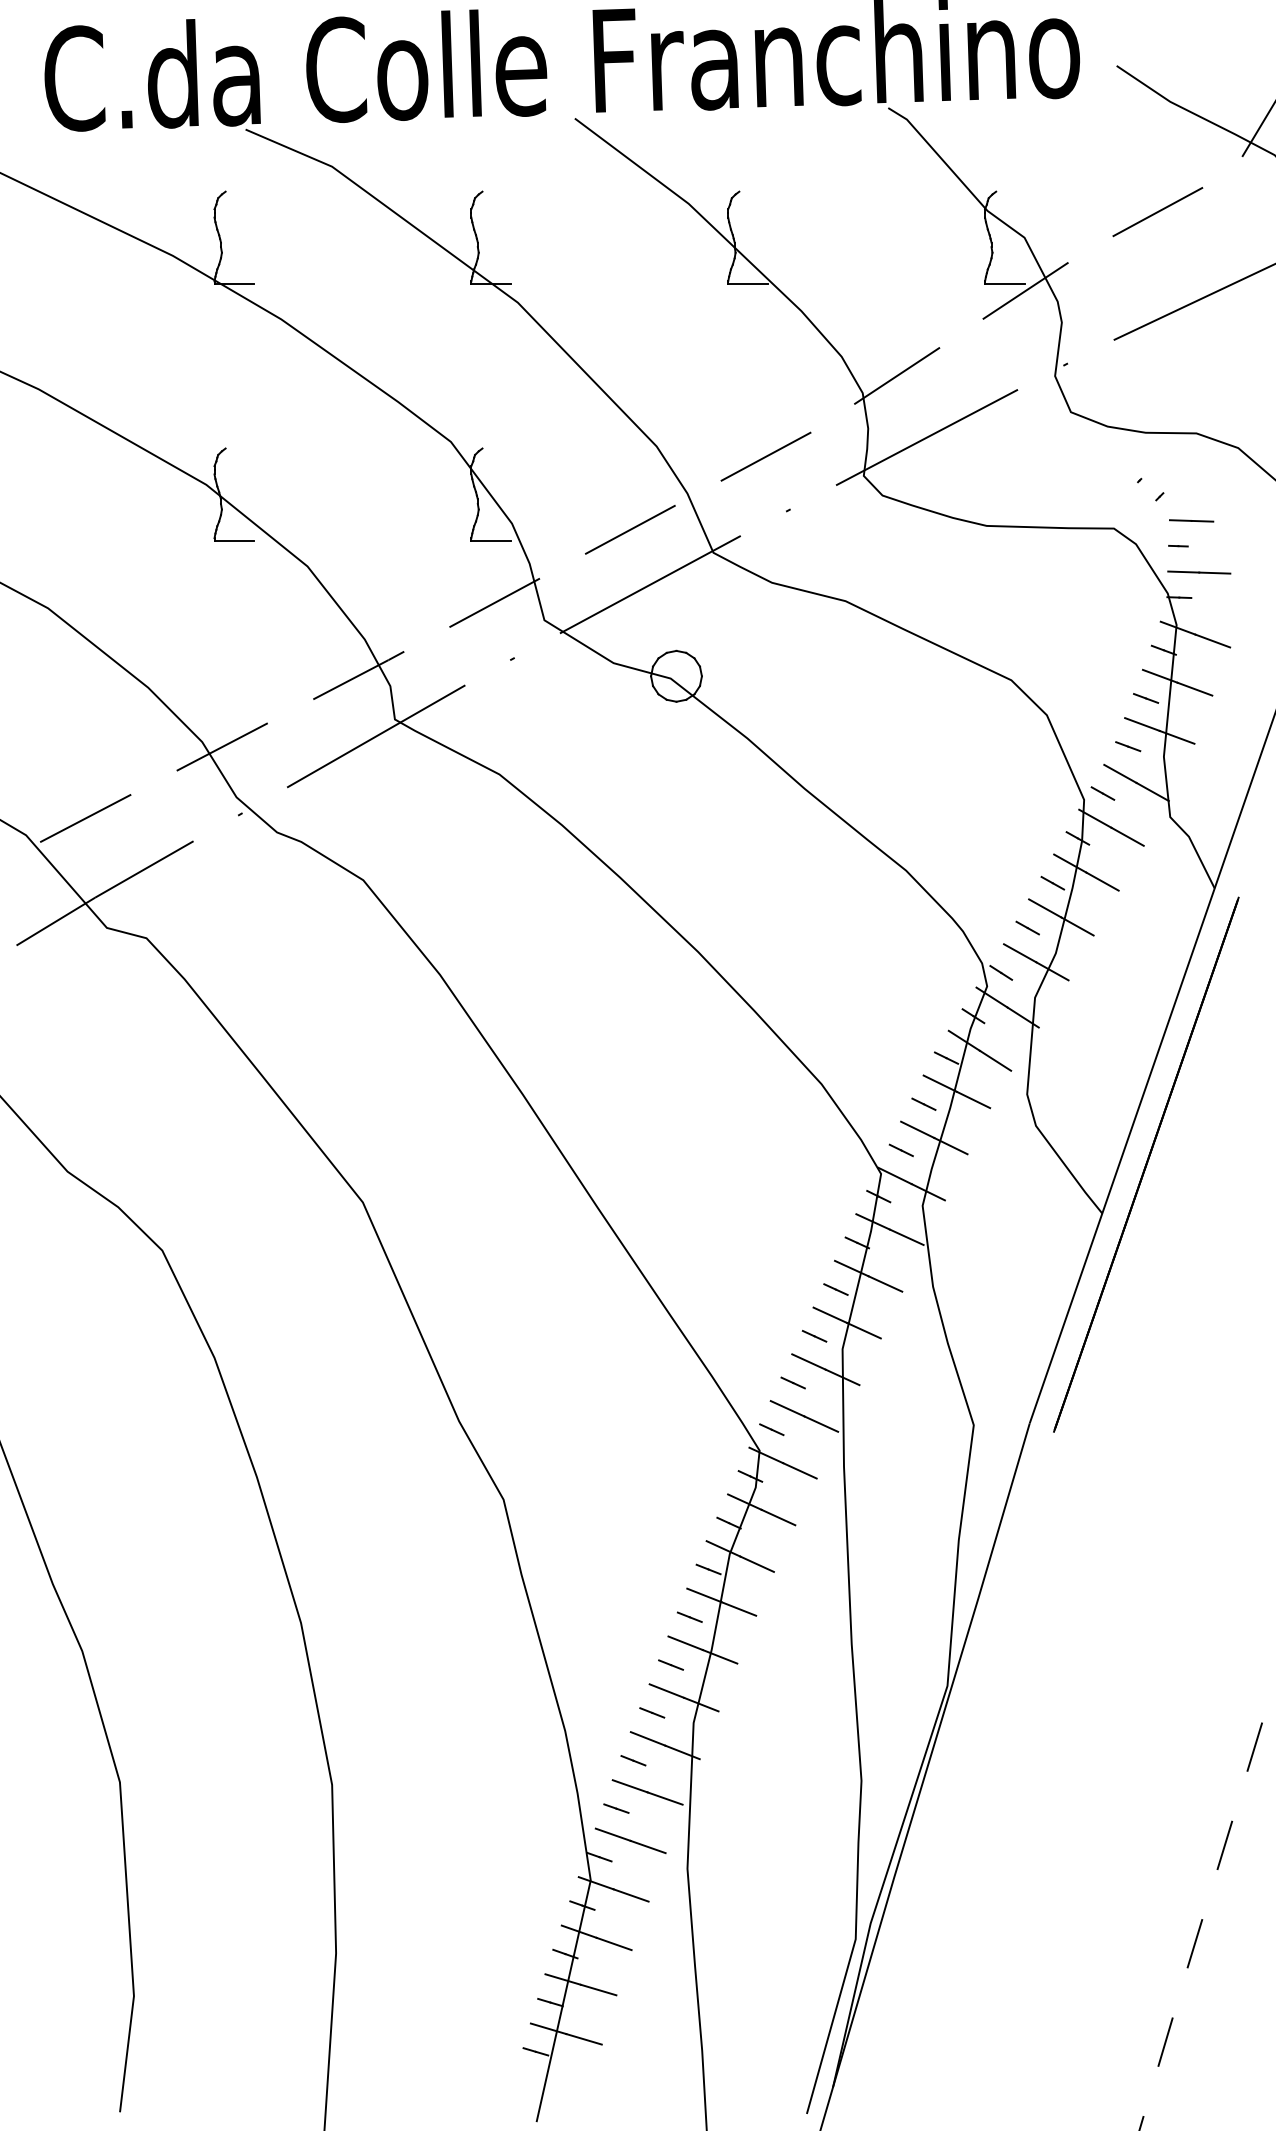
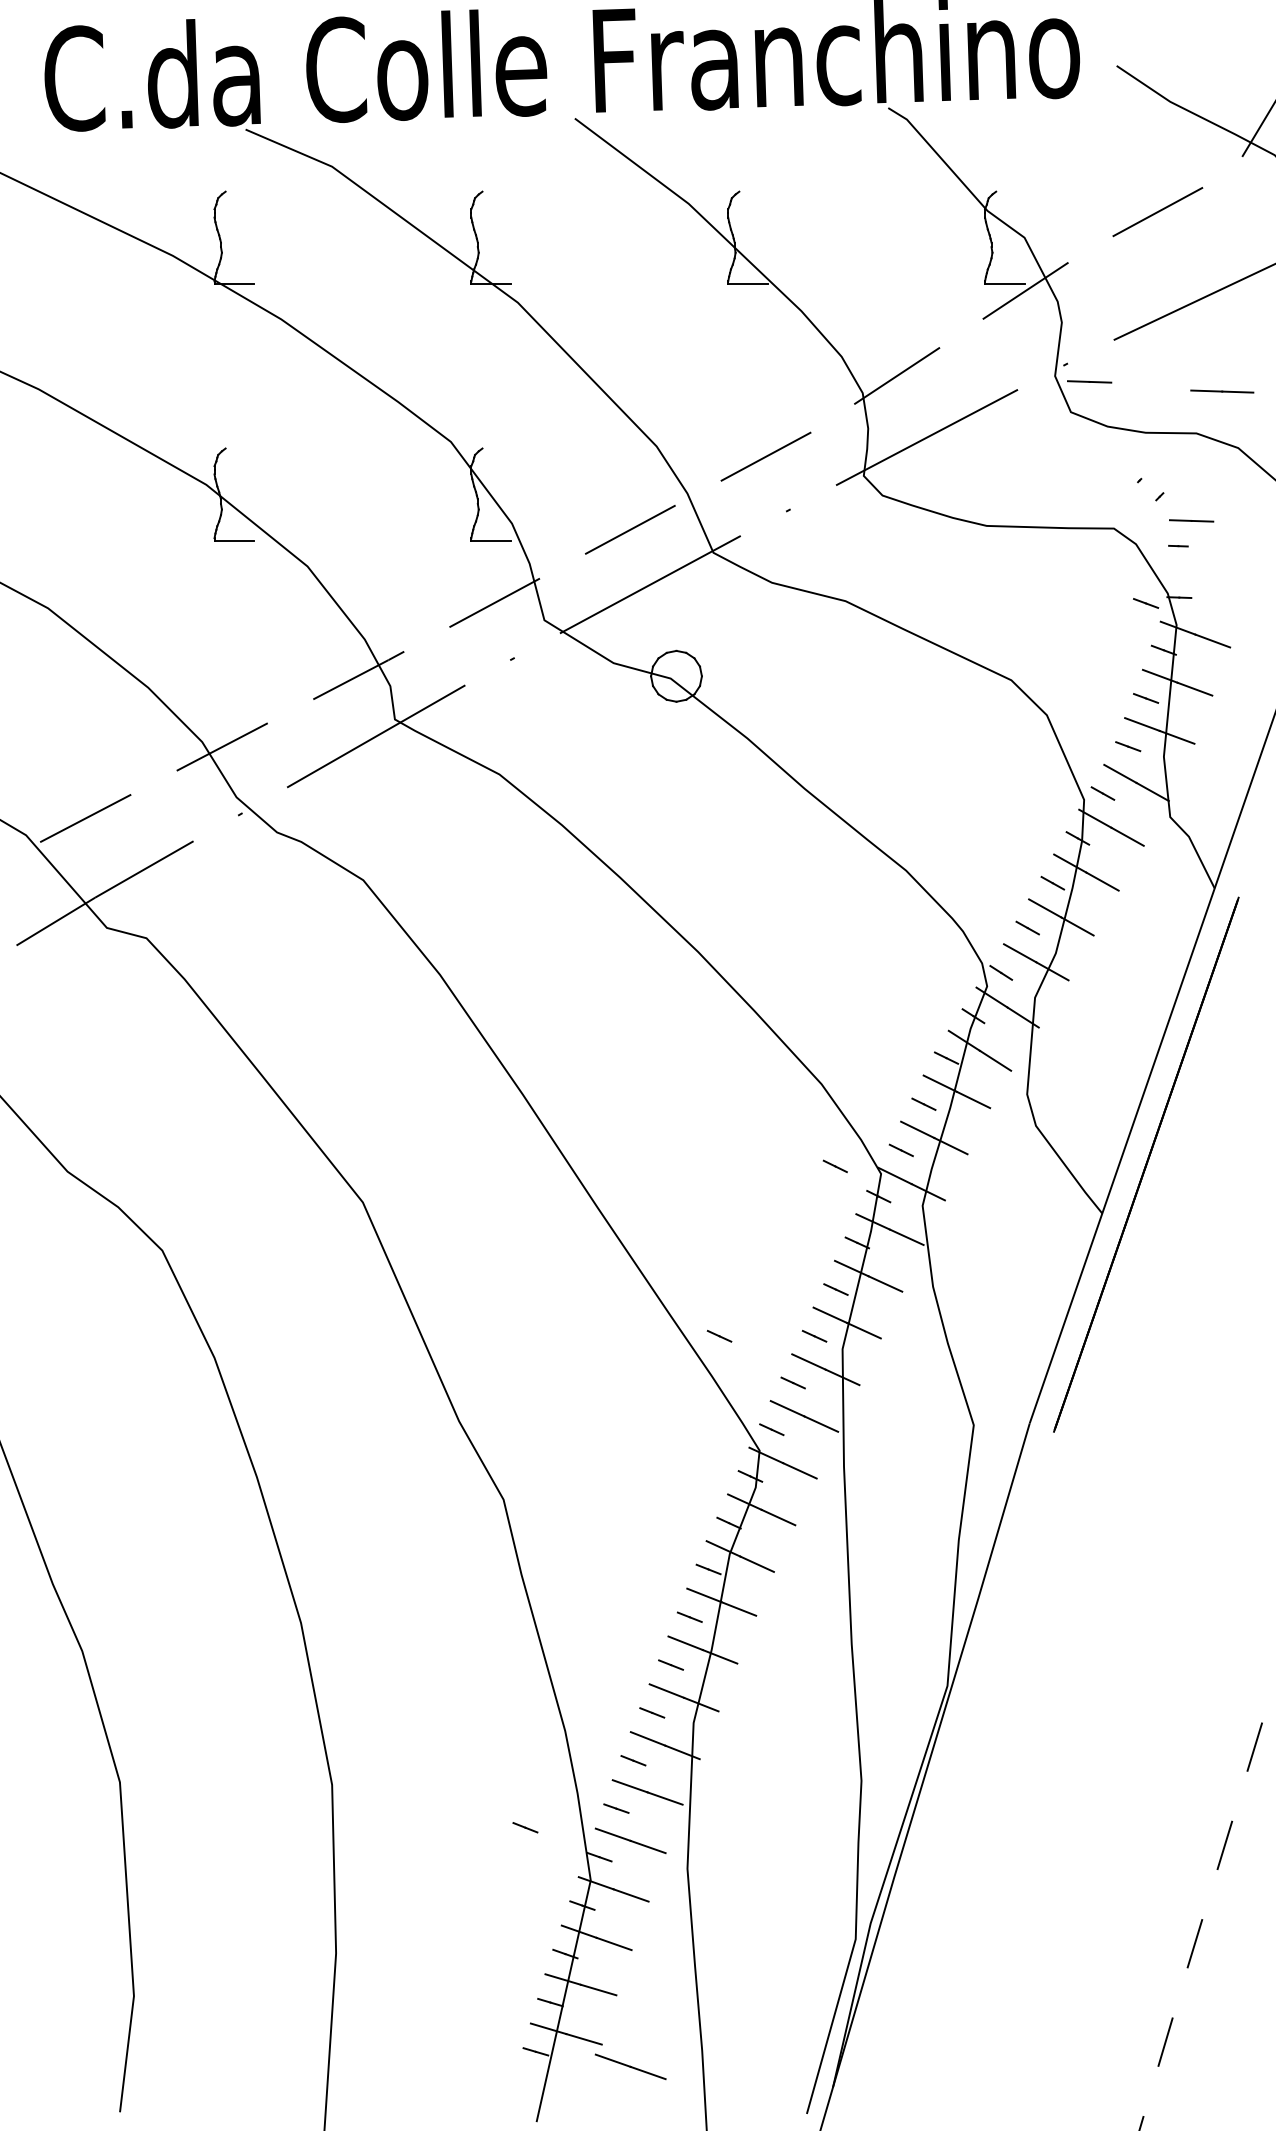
line at (1089, 381): none -> present
line at (1199, 572) position: (1199, 572) -> (1222, 391)
line at (1146, 603): none -> present
line at (834, 1166): none -> present
line at (719, 1336): none -> present
line at (525, 1827): none -> present
line at (630, 2066): none -> present
